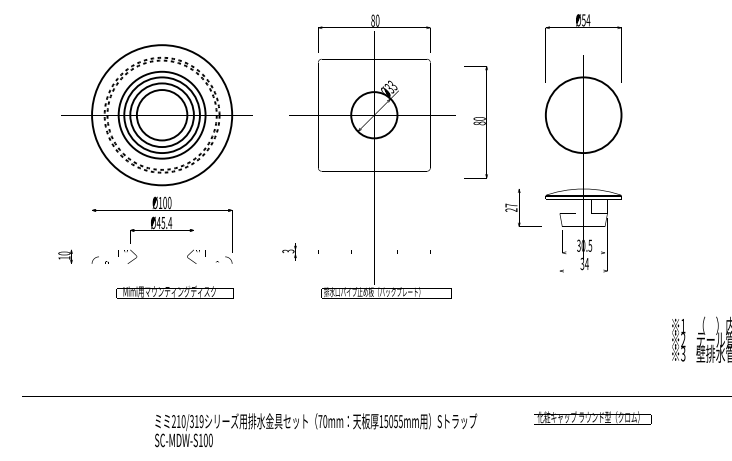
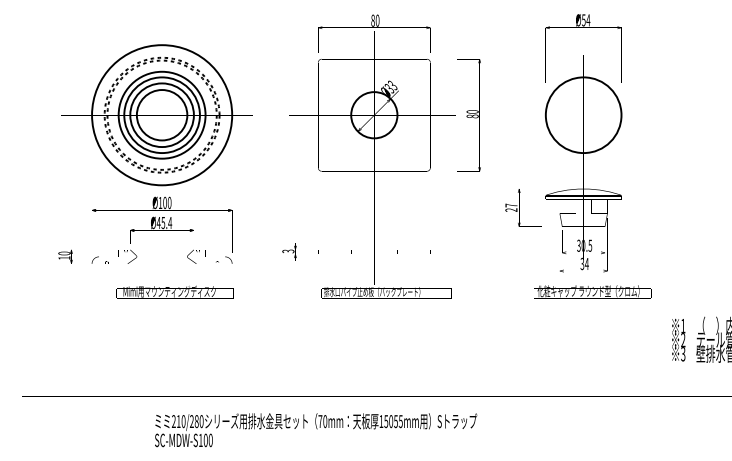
text at (475, 122) position: (475, 122) -> (468, 115)
text at (592, 417) position: (592, 417) -> (592, 291)
text at (196, 421): 210/319 -> 210/280
